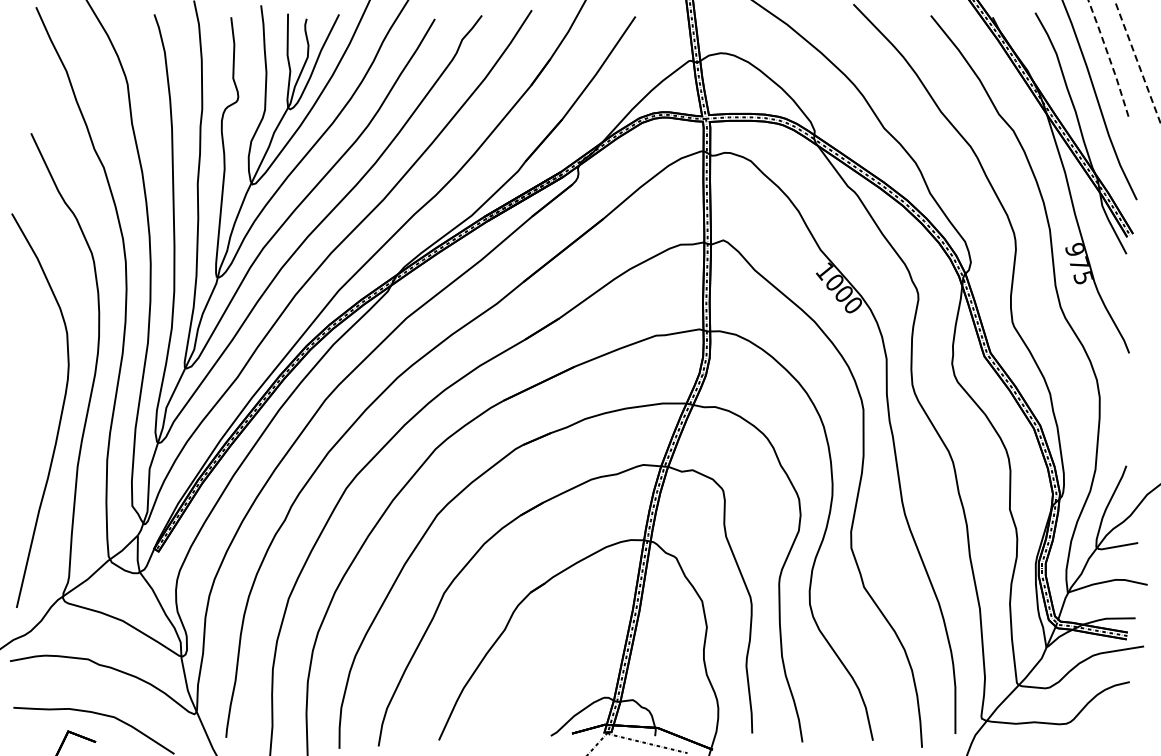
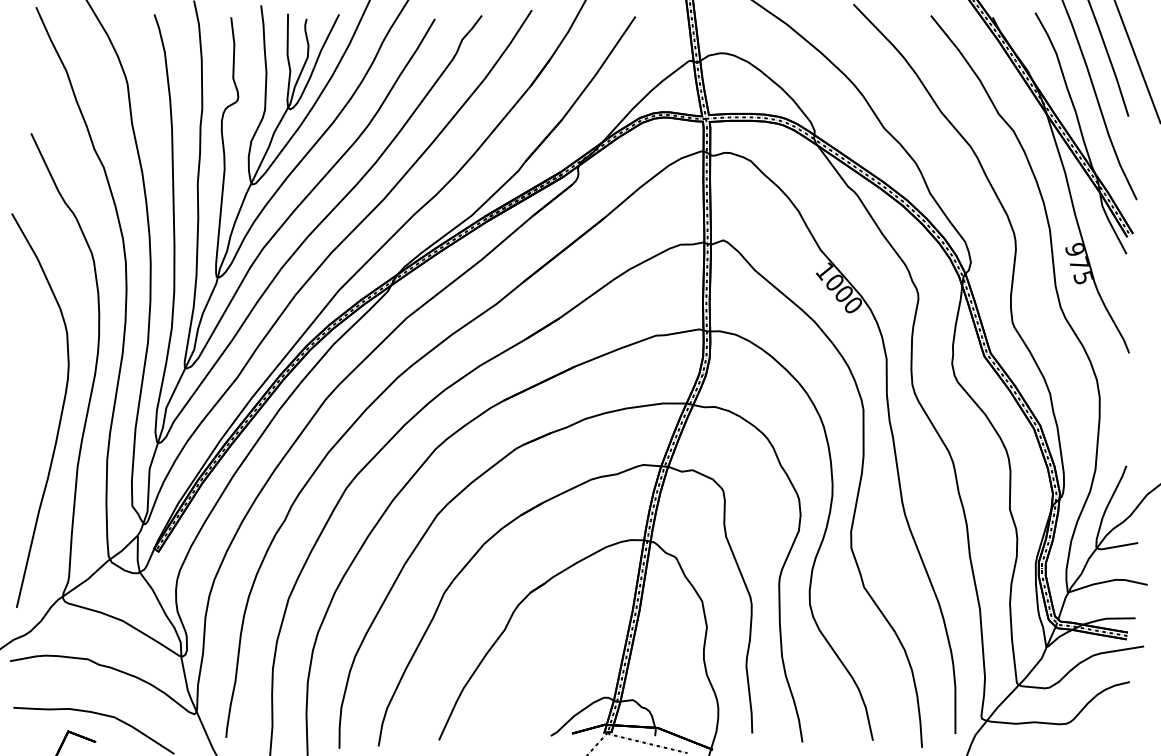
line at (1109, 58): dashed -> solid
line at (1137, 62): dashed -> solid
